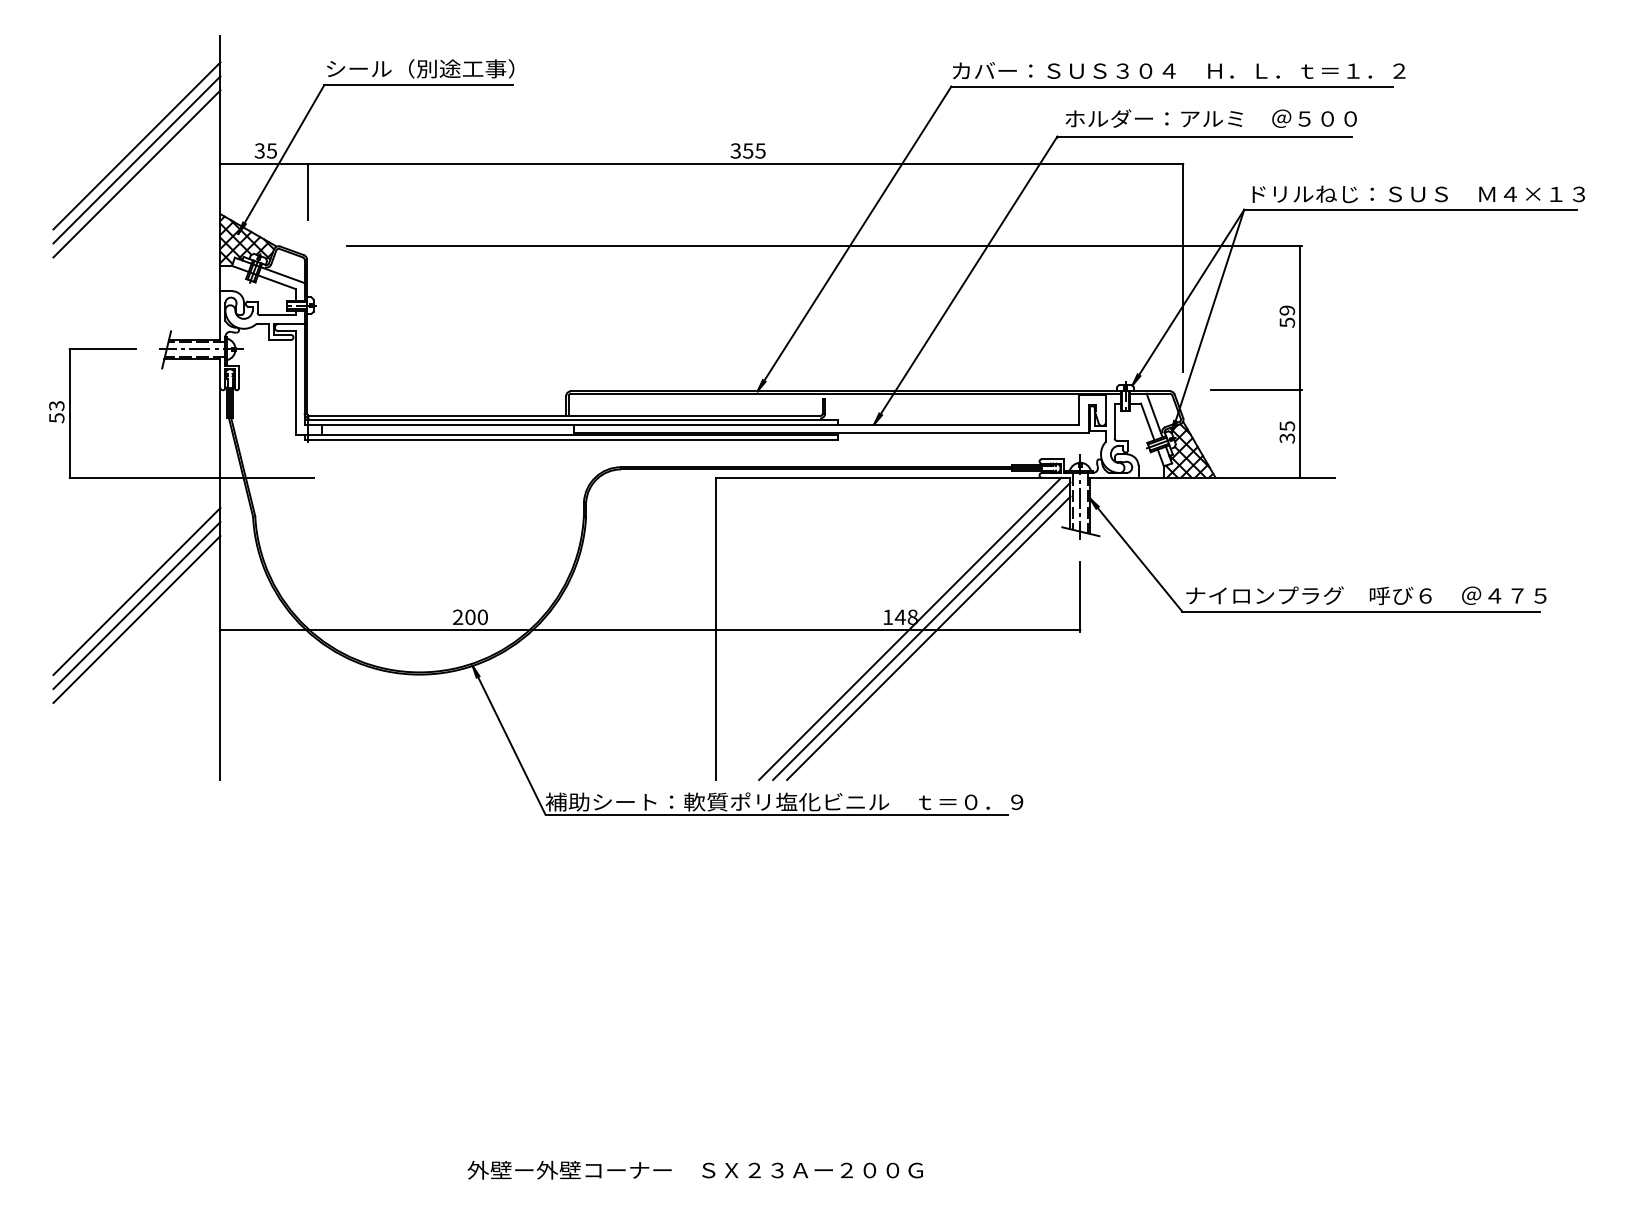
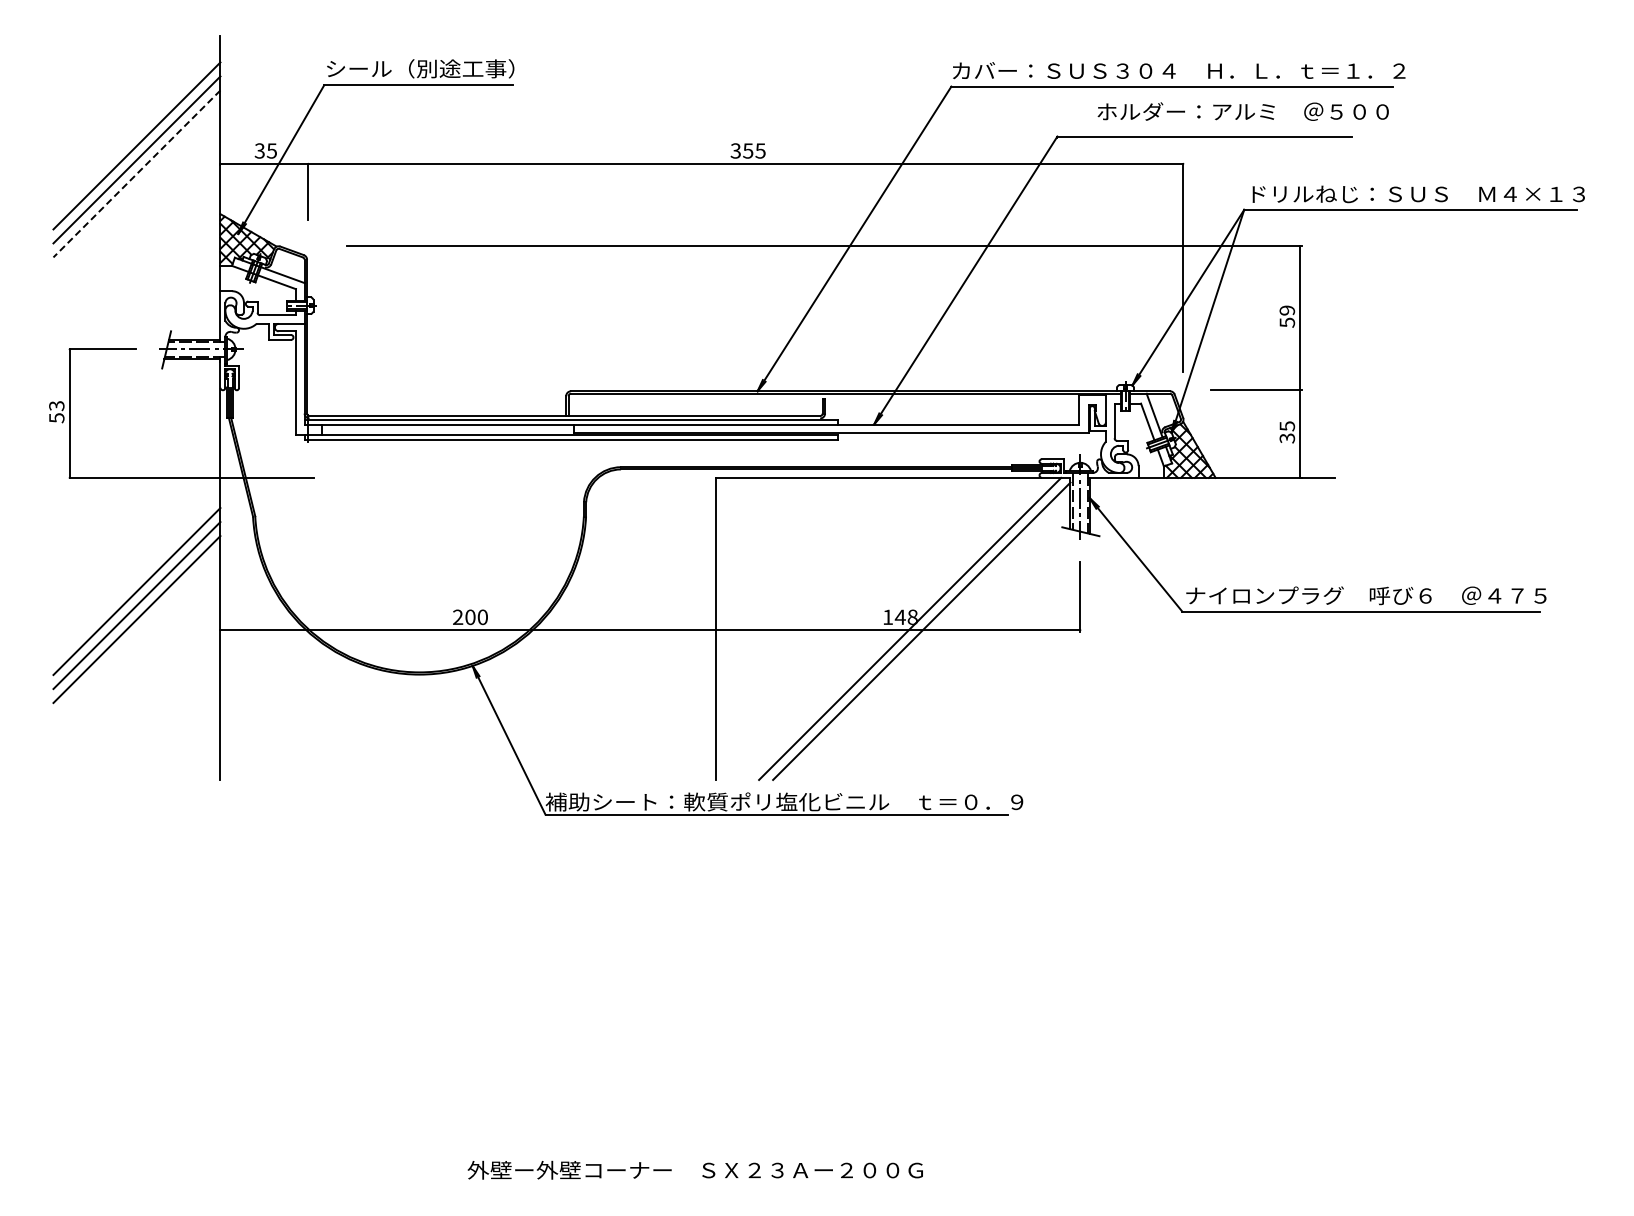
text at (1210, 118) position: (1210, 118) -> (1242, 111)
line at (136, 174): solid -> dashed
line at (928, 637): present -> none
